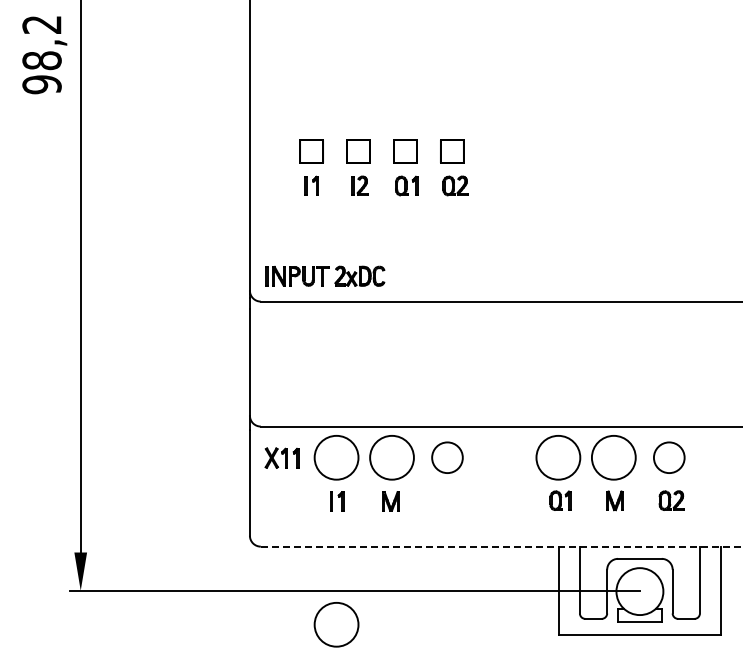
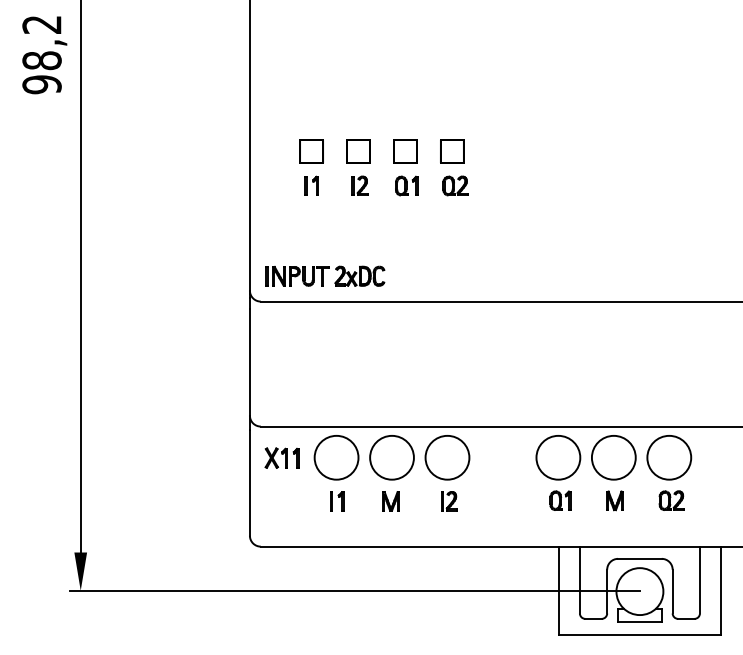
circle at (447, 457) diameter: 31 px -> 44 px
circle at (668, 457) diameter: 31 px -> 44 px
part at (449, 501): none -> present
line at (501, 546): dashed -> solid
circle at (336, 624): present -> none
